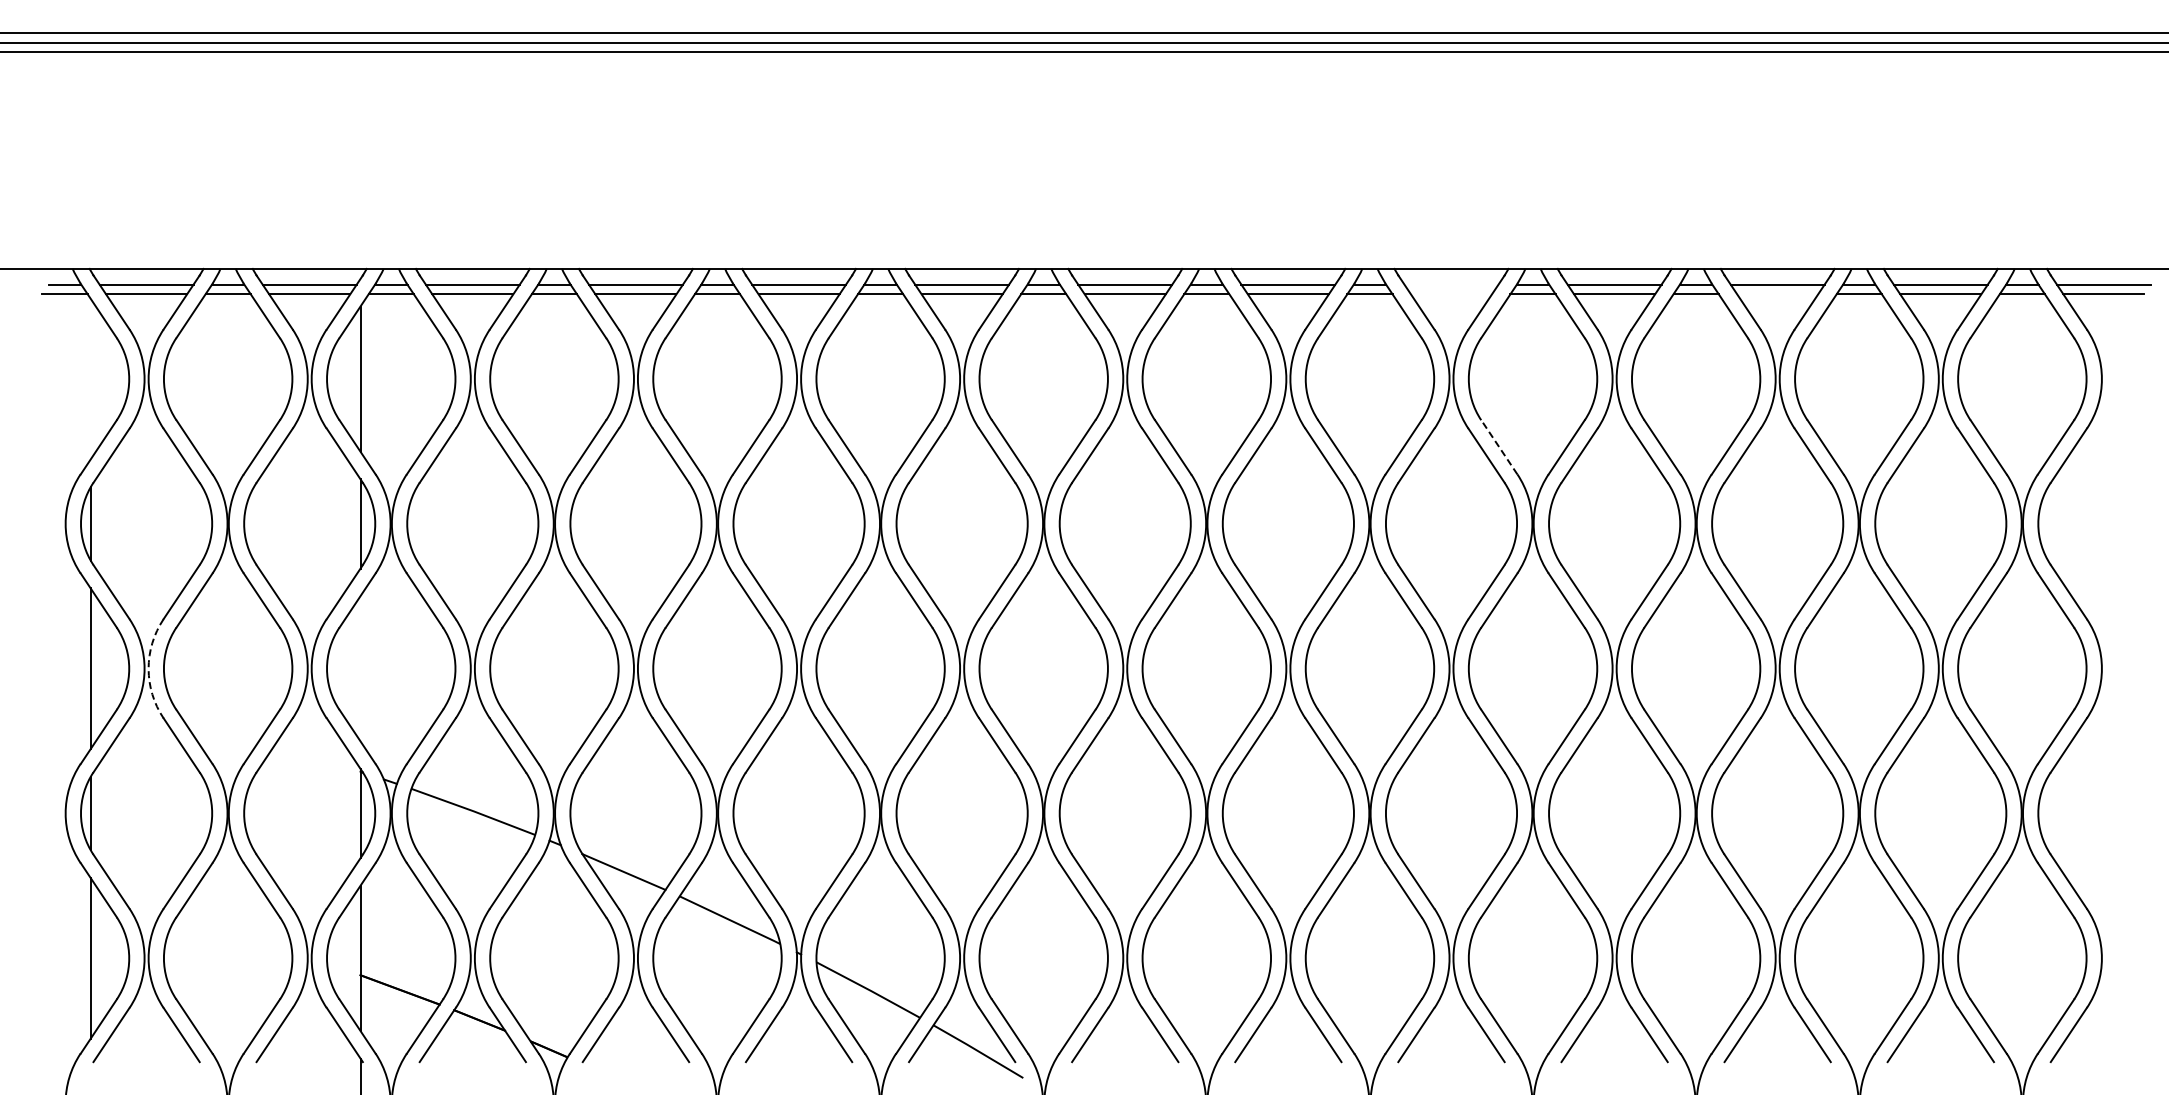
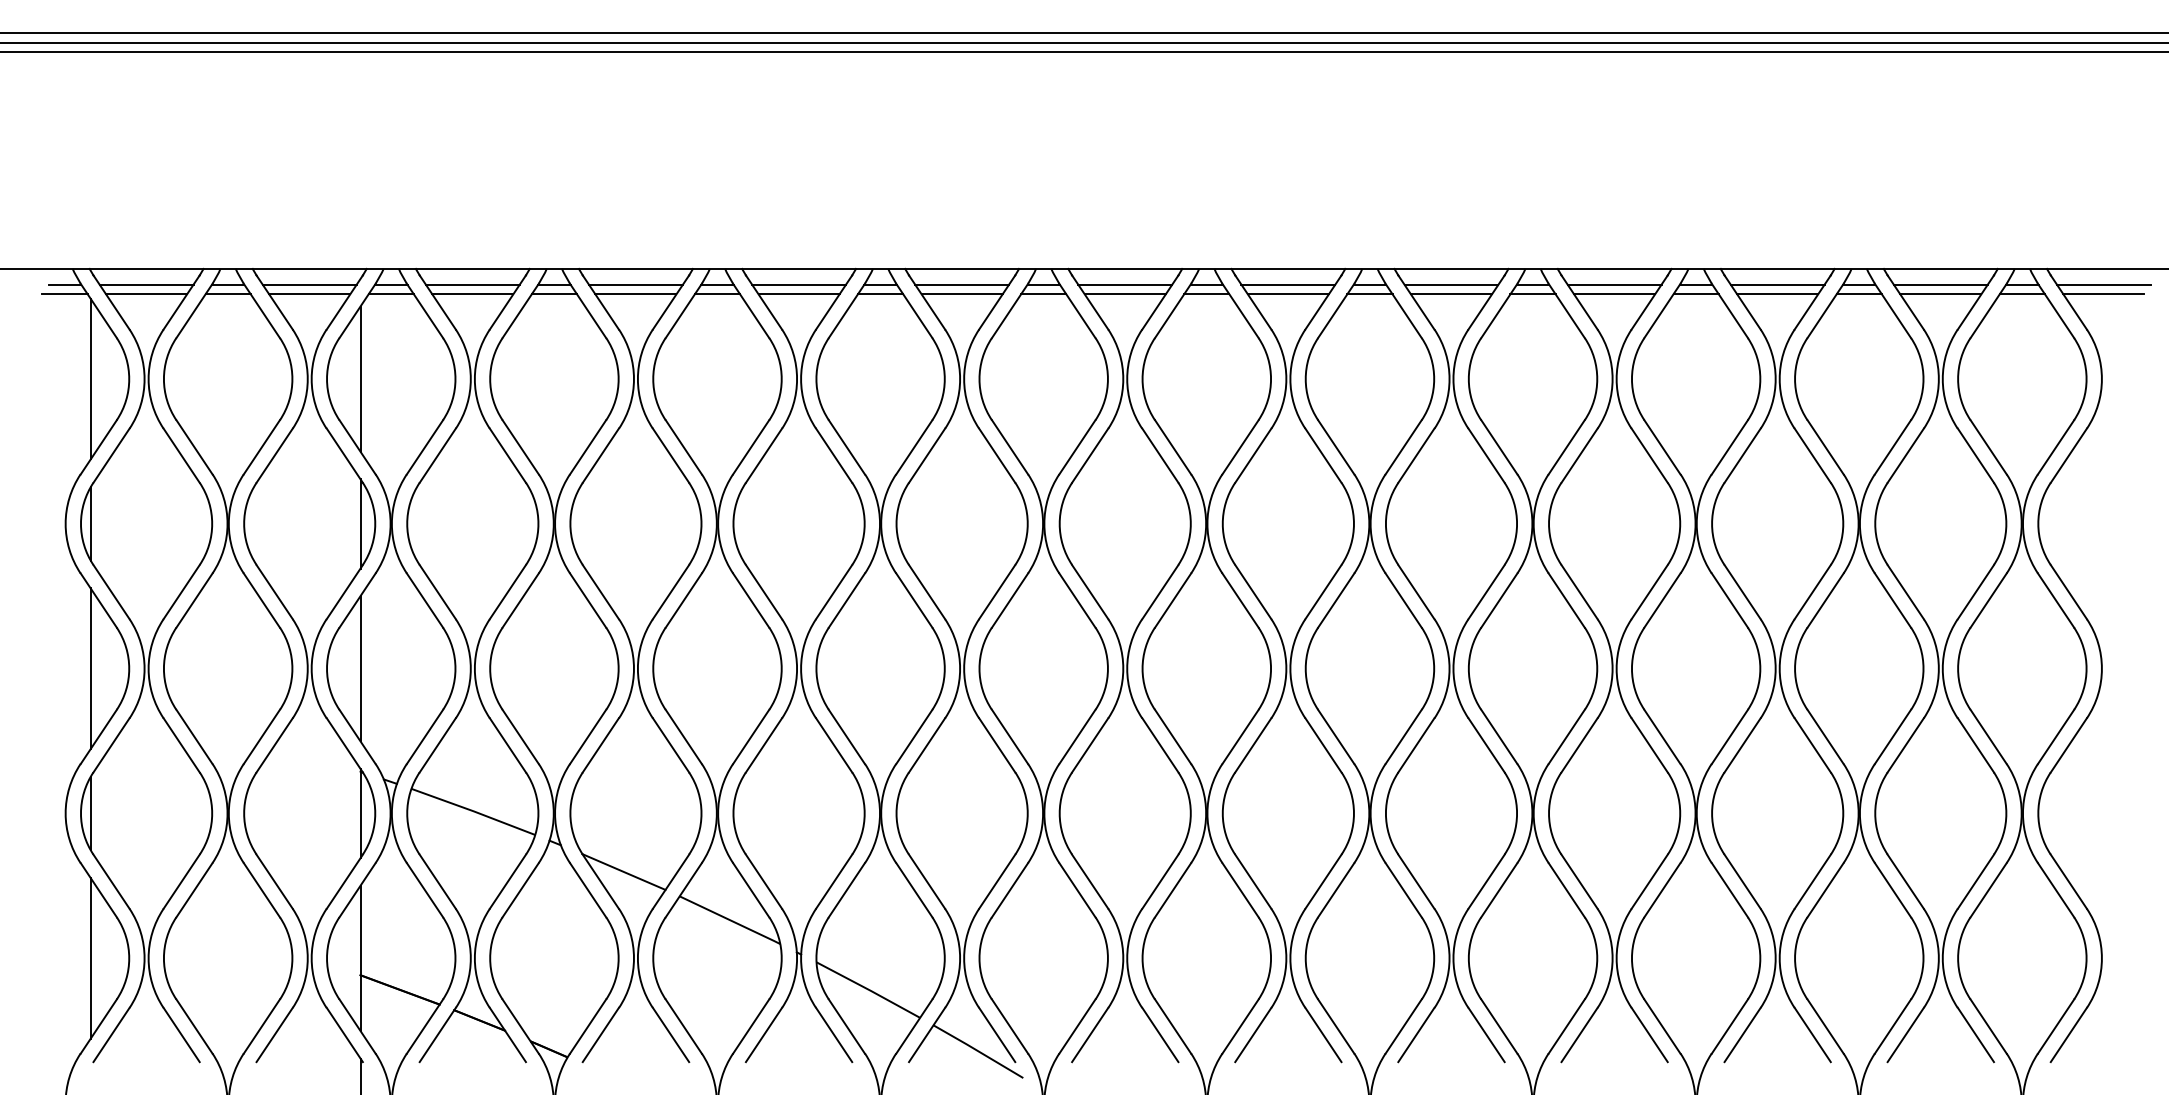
line at (1451, 284): none -> present
line at (1450, 294): none -> present
line at (1777, 294): none -> present
line at (90, 378): none -> present
line at (1499, 447): dashed -> solid
arc at (148, 668): dashed -> solid
line at (360, 668): none -> present
